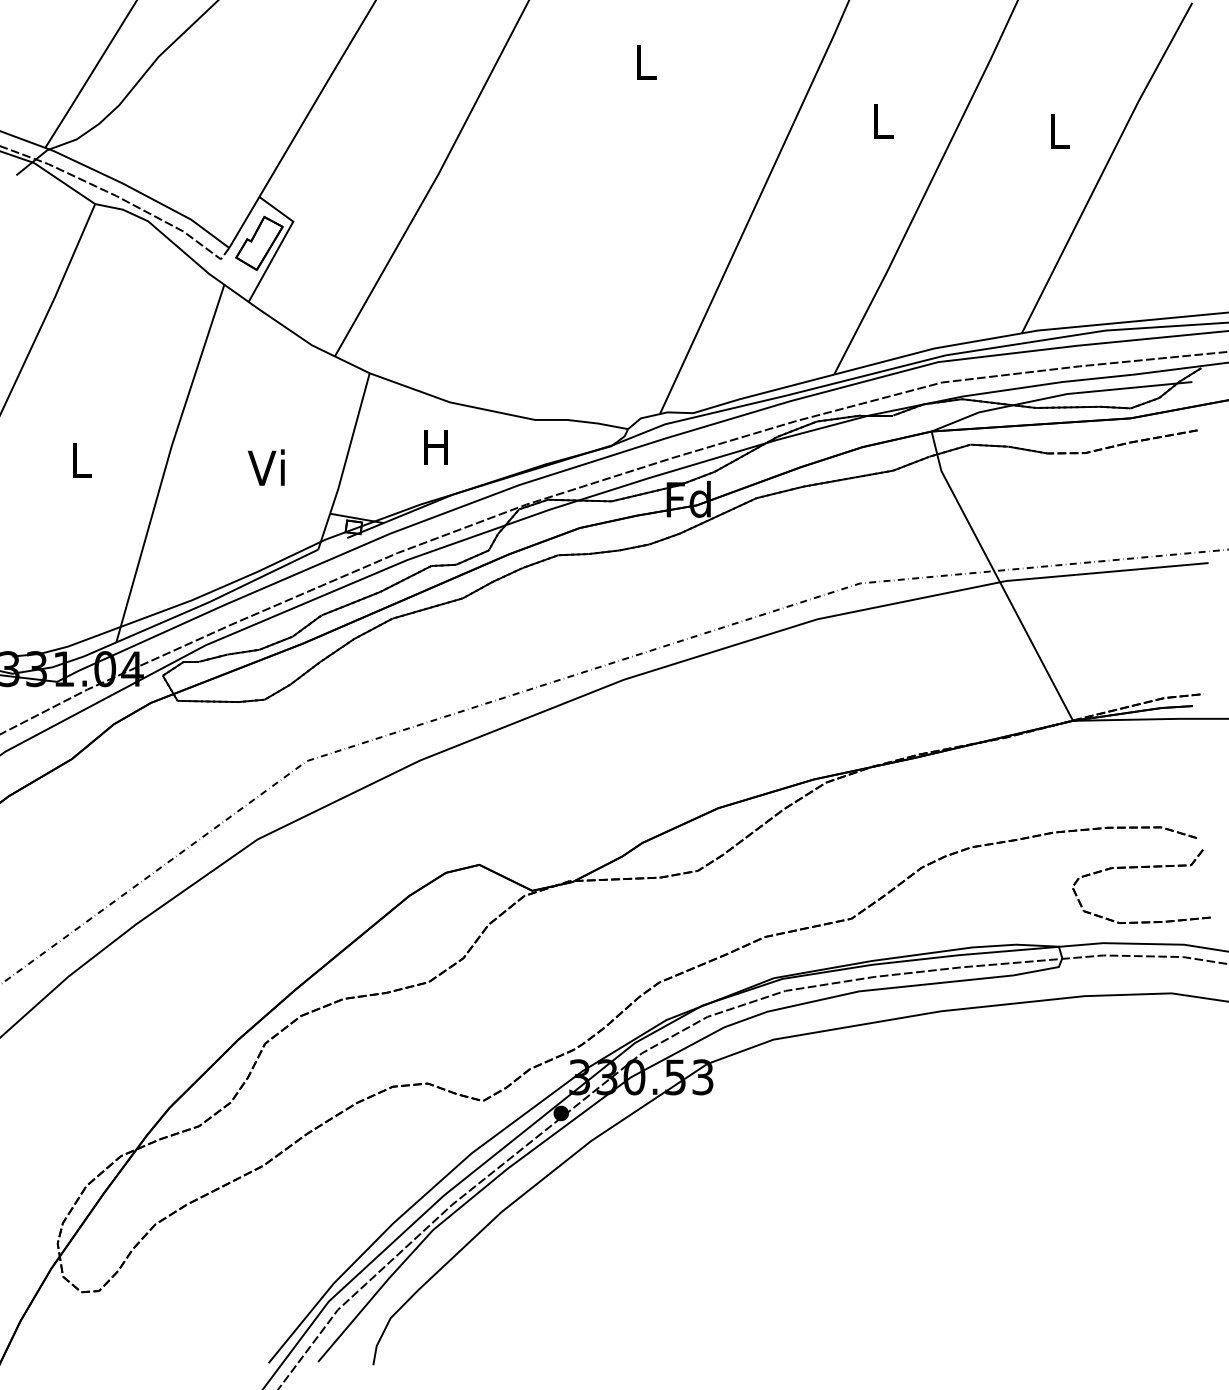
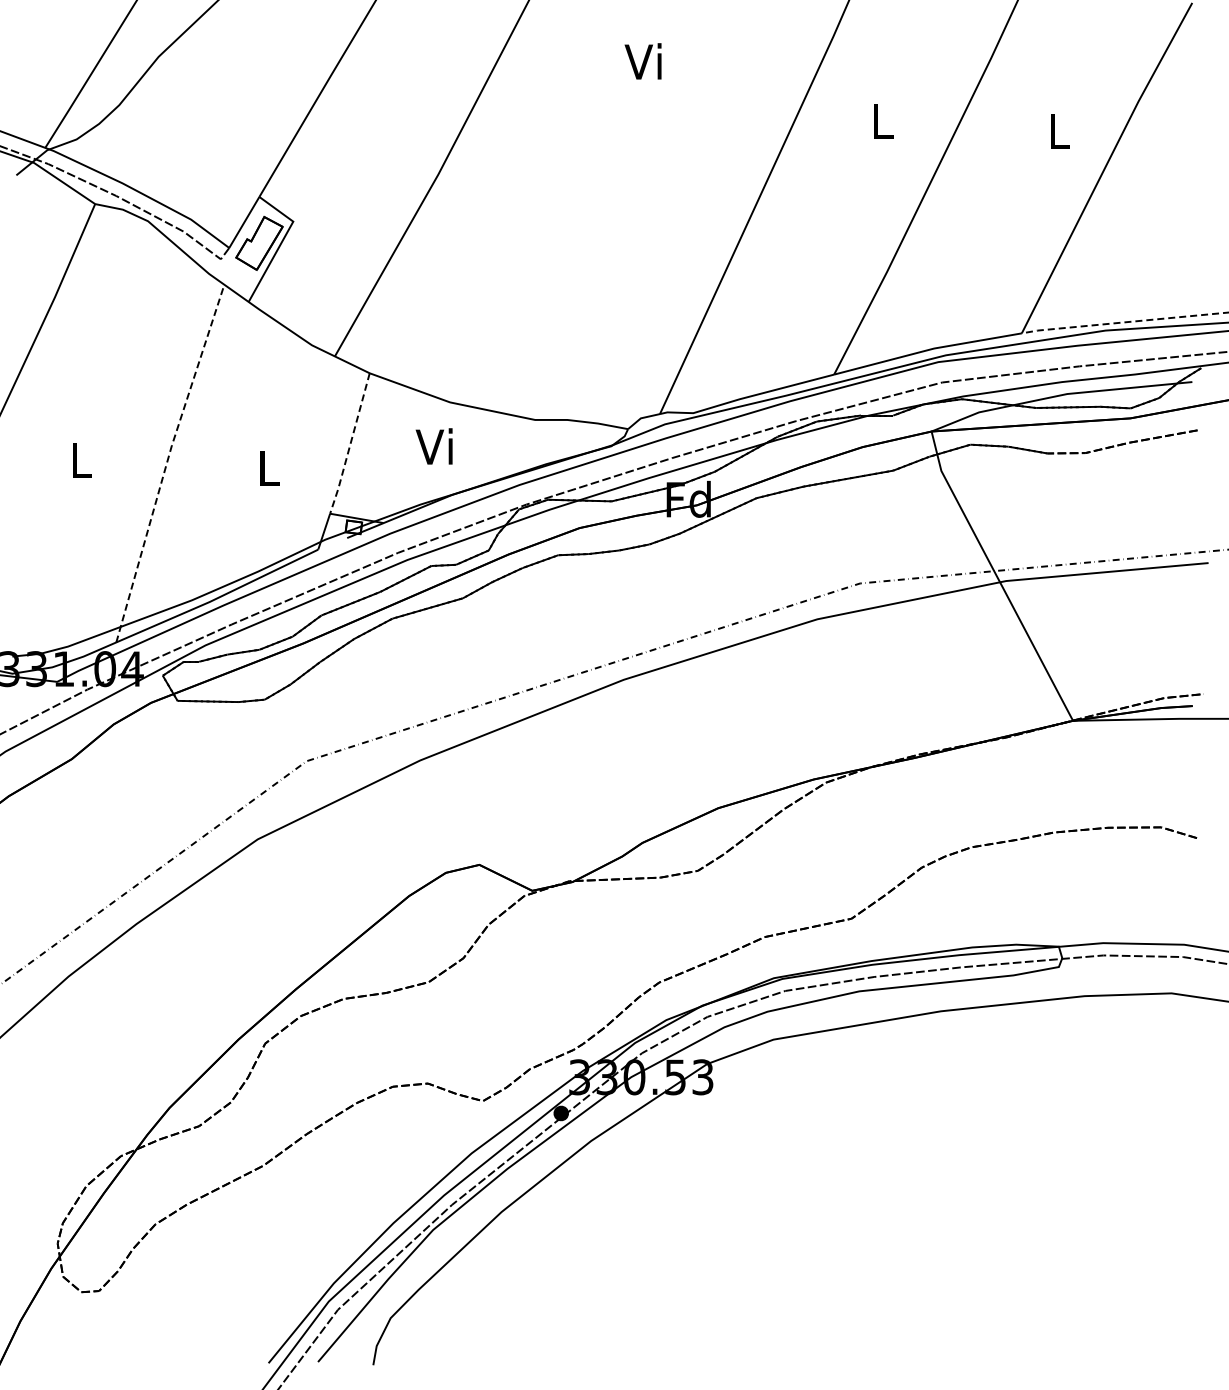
text at (642, 61): L -> Vi
line at (1124, 322): solid -> dashed
line at (350, 444): solid -> dashed
text at (433, 446): H -> Vi
line at (167, 462): solid -> dashed
text at (266, 467): Vi -> L
part at (1137, 868): present -> none
